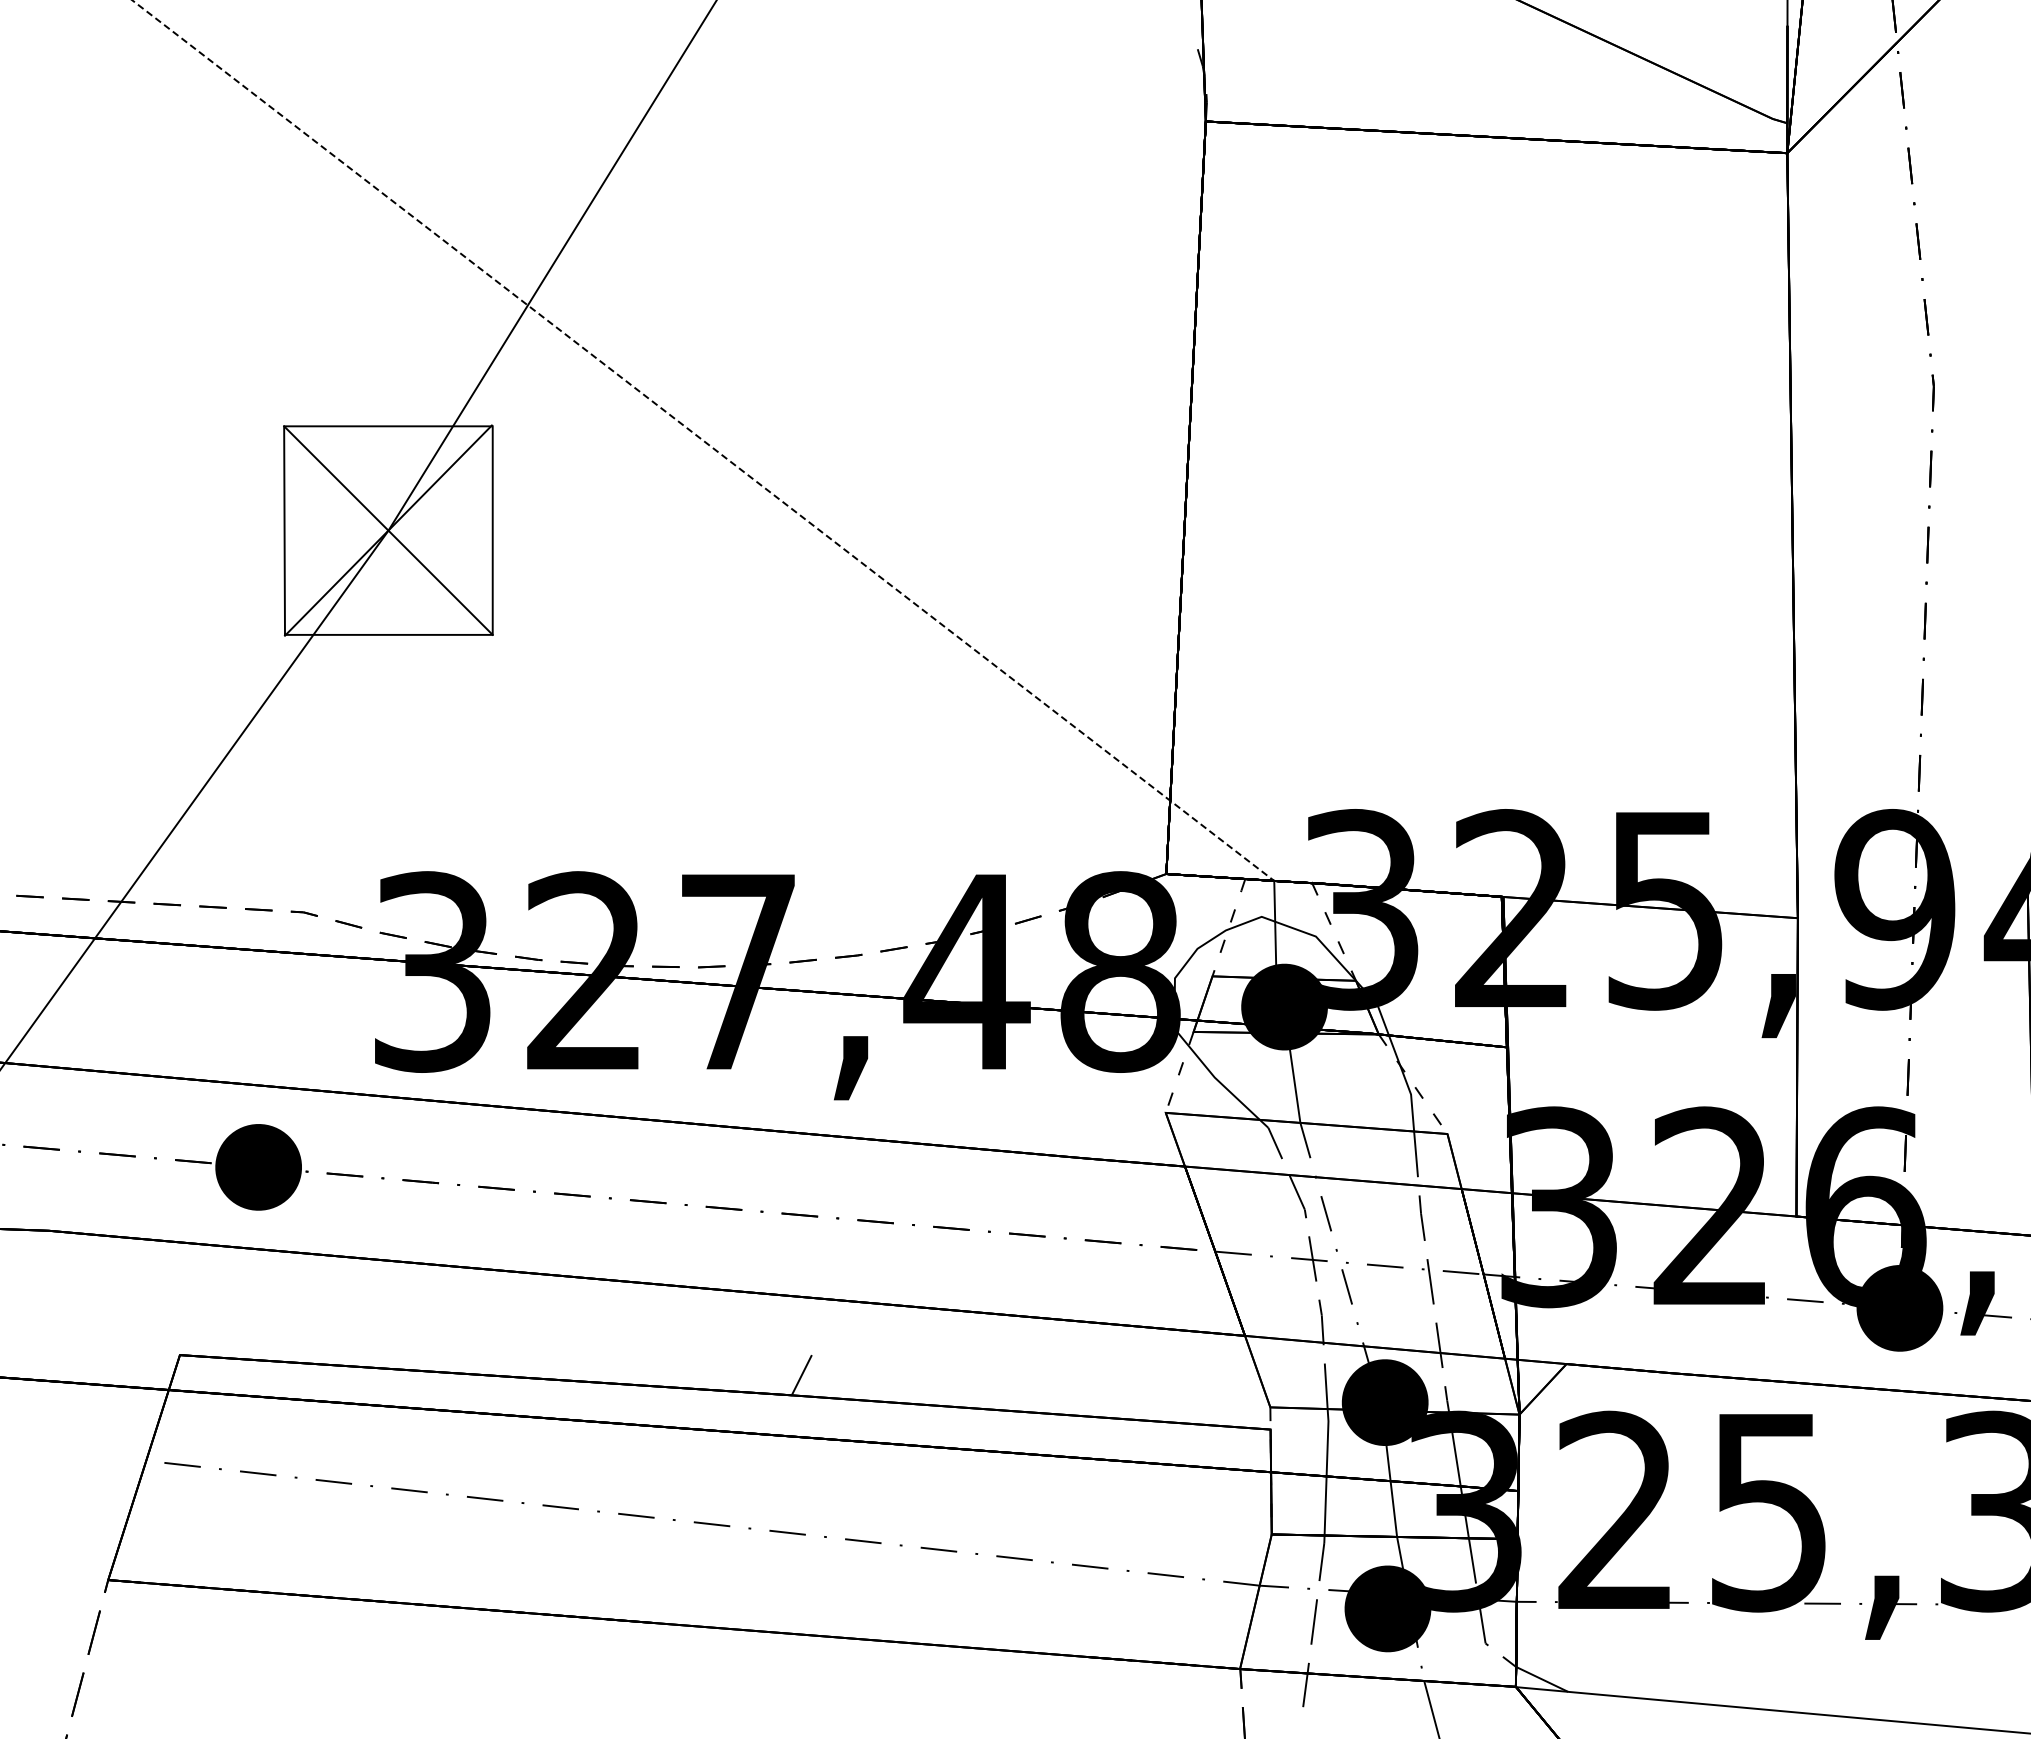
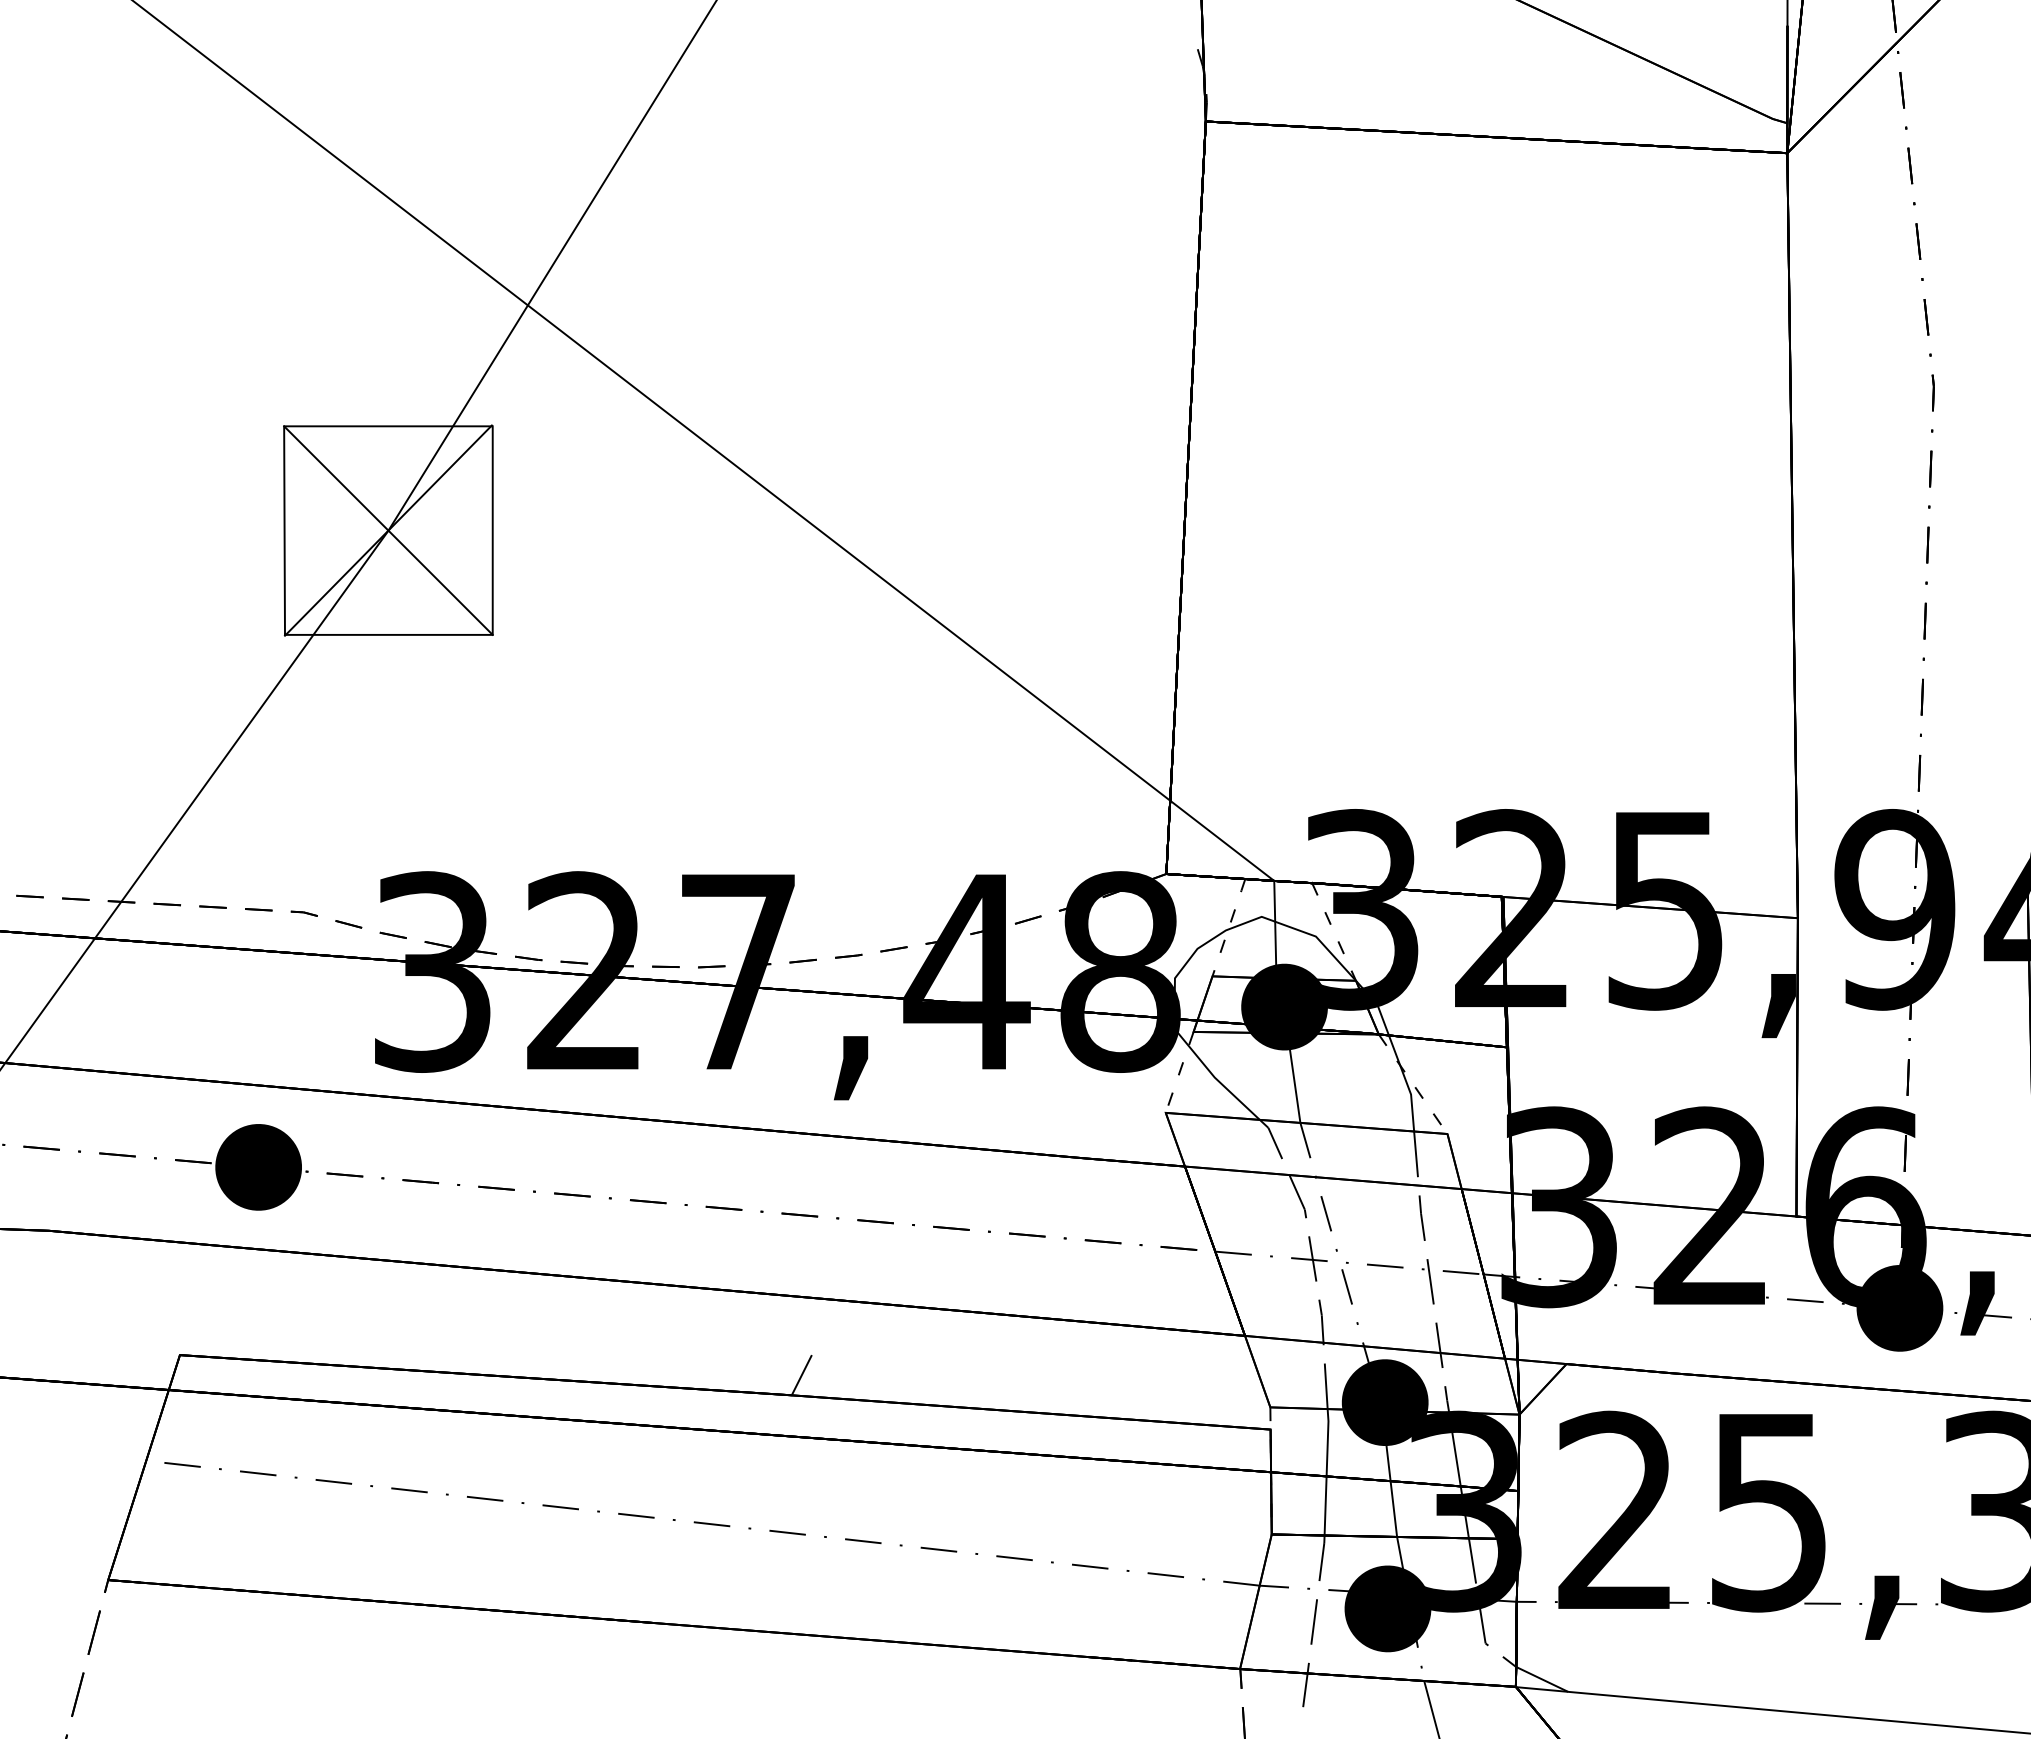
line at (703, 440): dashed -> solid
